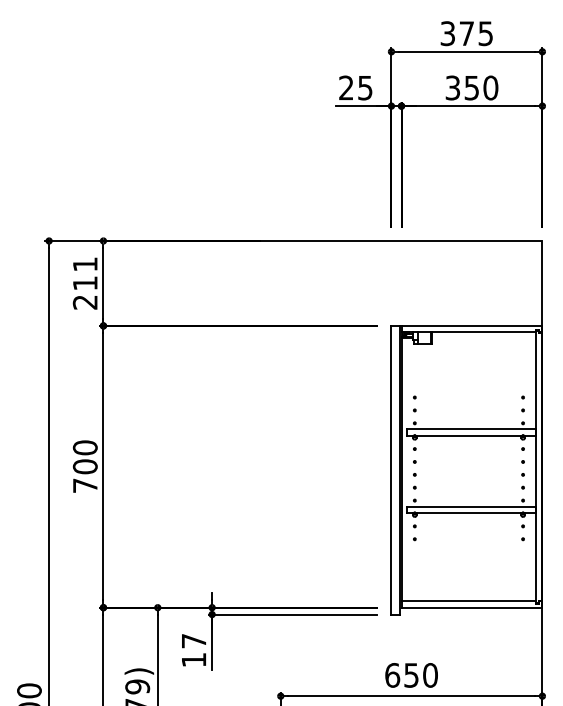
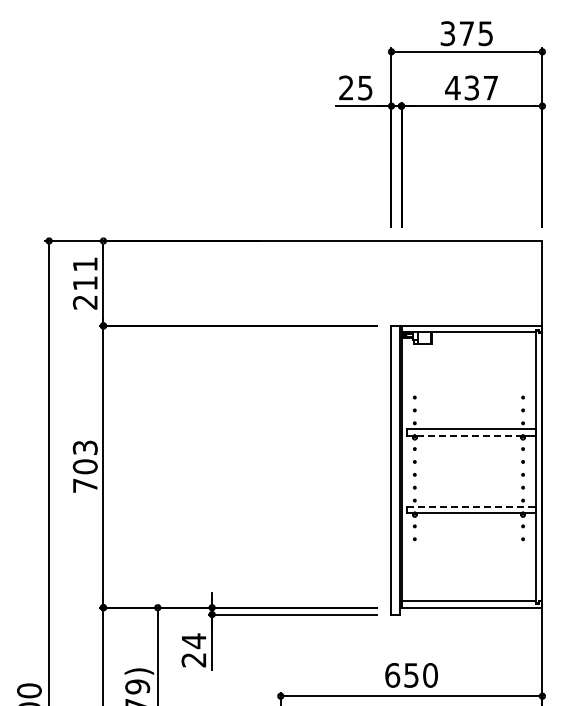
text at (471, 87): 350 -> 437
line at (469, 435): solid -> dashed
text at (84, 447): 700 -> 703
line at (471, 506): solid -> dashed
text at (193, 650): 17 -> 24
